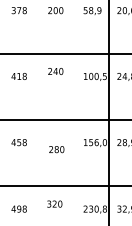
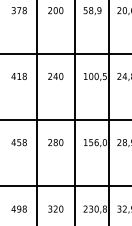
text at (55, 71) position: (55, 71) -> (55, 76)
line at (36, 112): none -> present
line at (75, 112): none -> present
text at (56, 149) position: (56, 149) -> (55, 142)
text at (54, 203) position: (54, 203) -> (55, 208)
